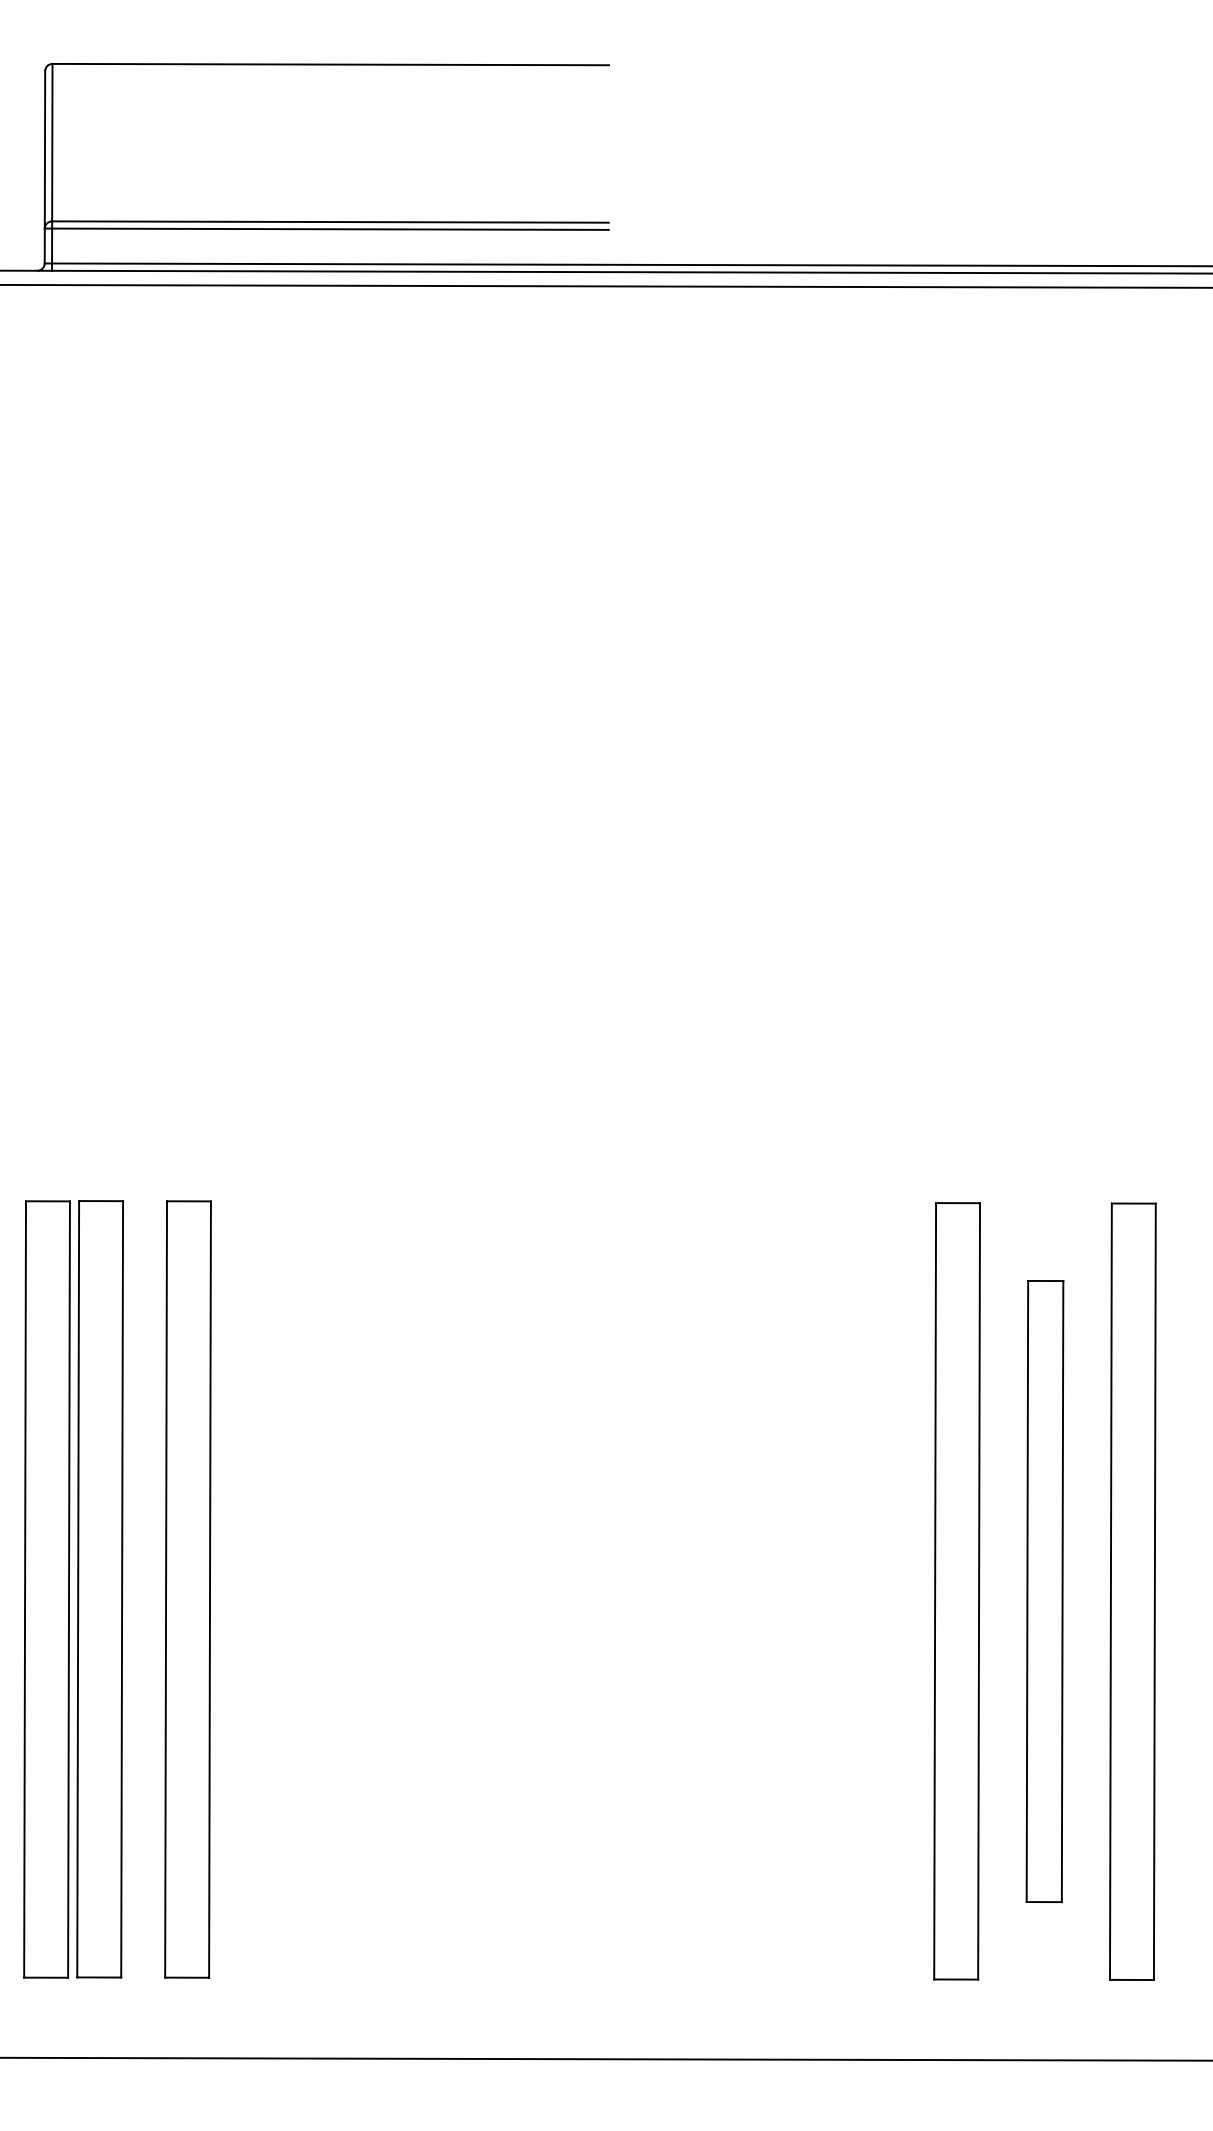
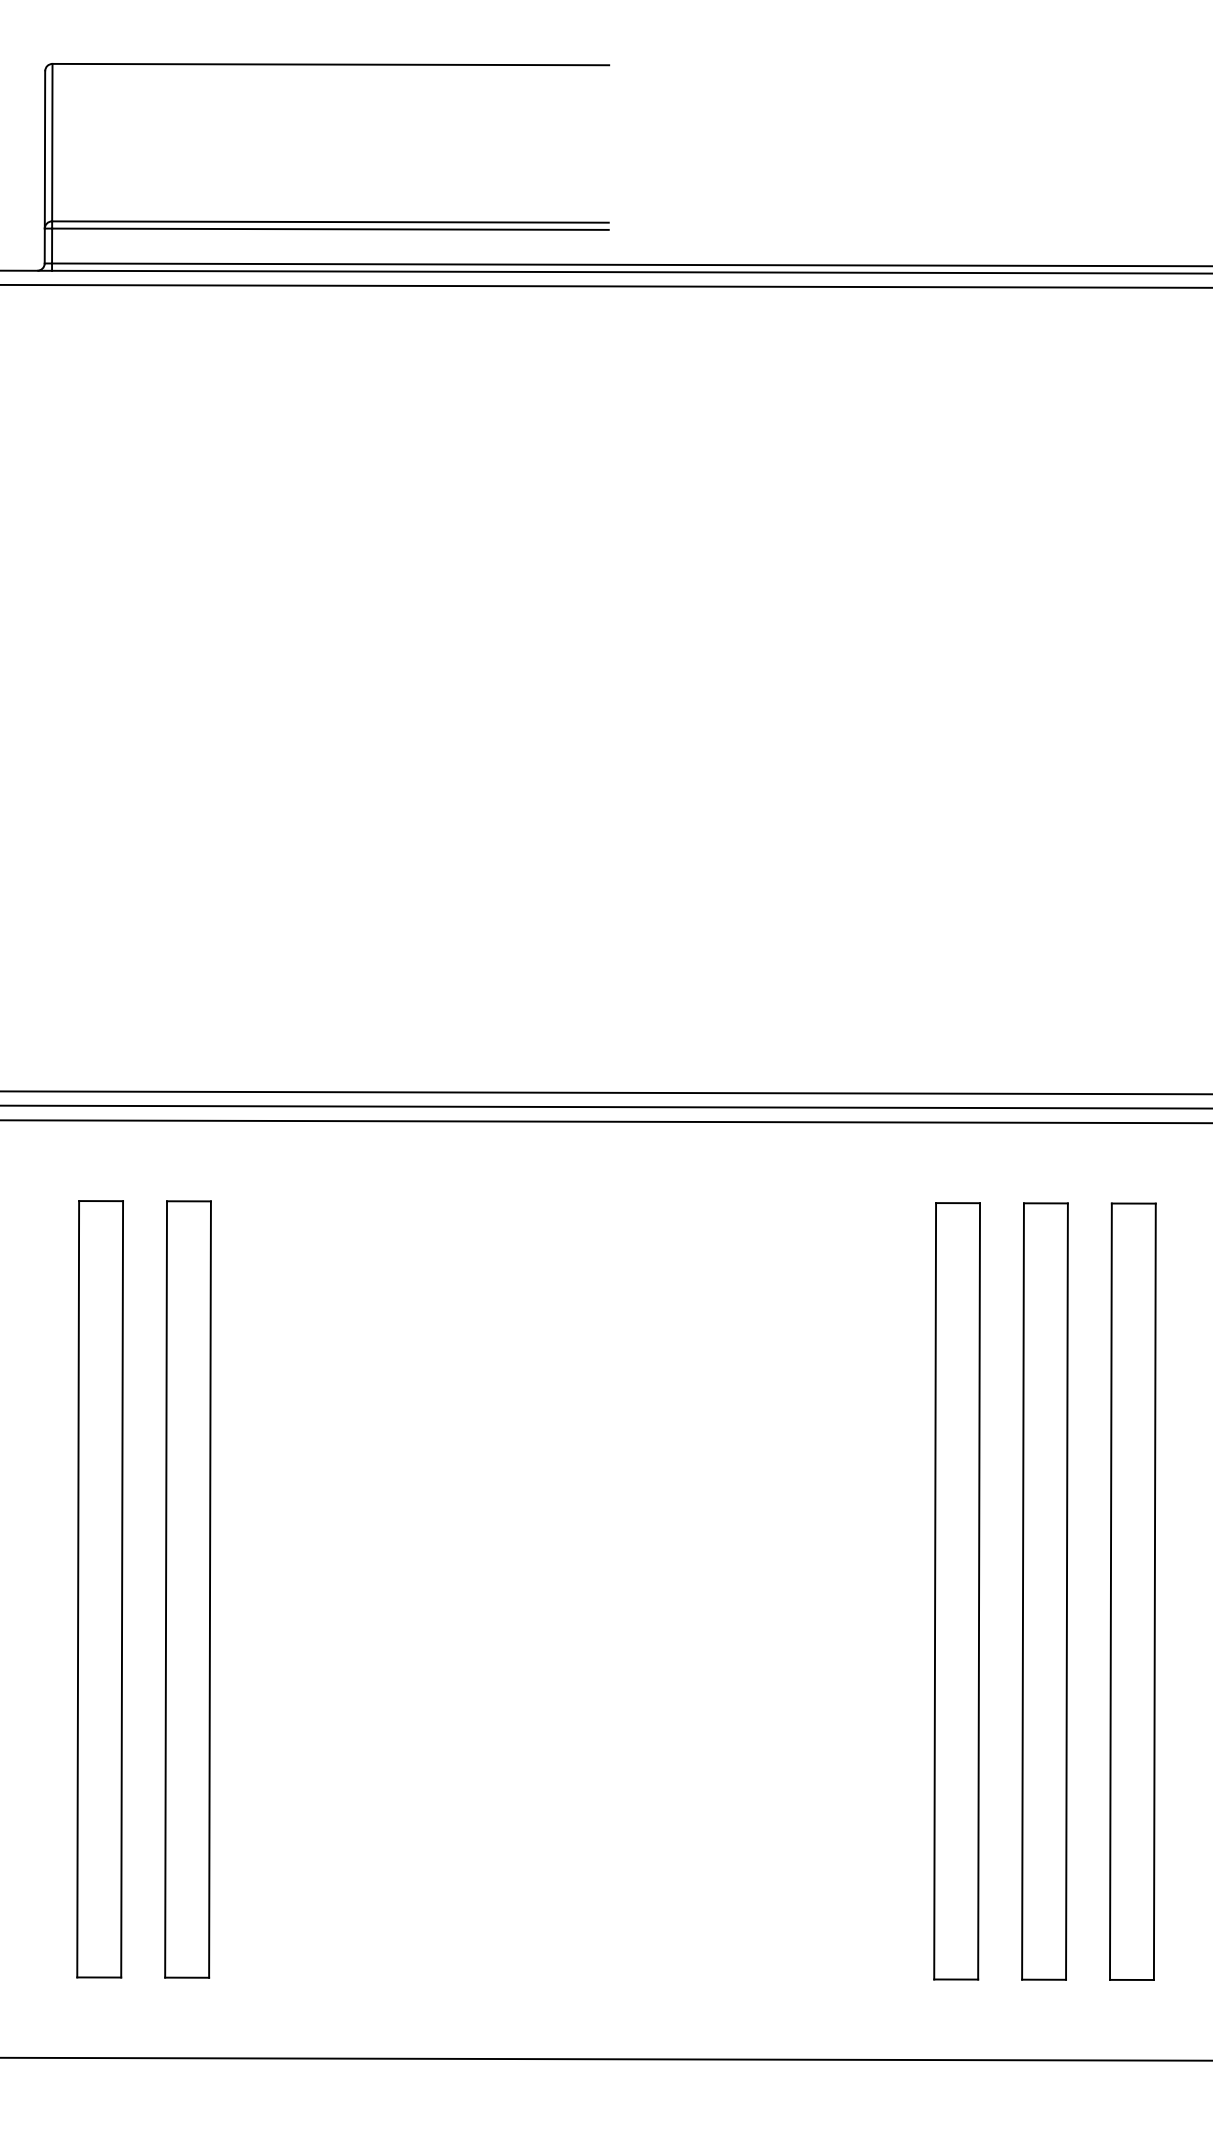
line at (605, 1092): none -> present
line at (605, 1106): none -> present
line at (605, 1121): none -> present
part at (46, 1589): present -> none
part at (1044, 1591) size: 40x624 px -> 48x779 px
